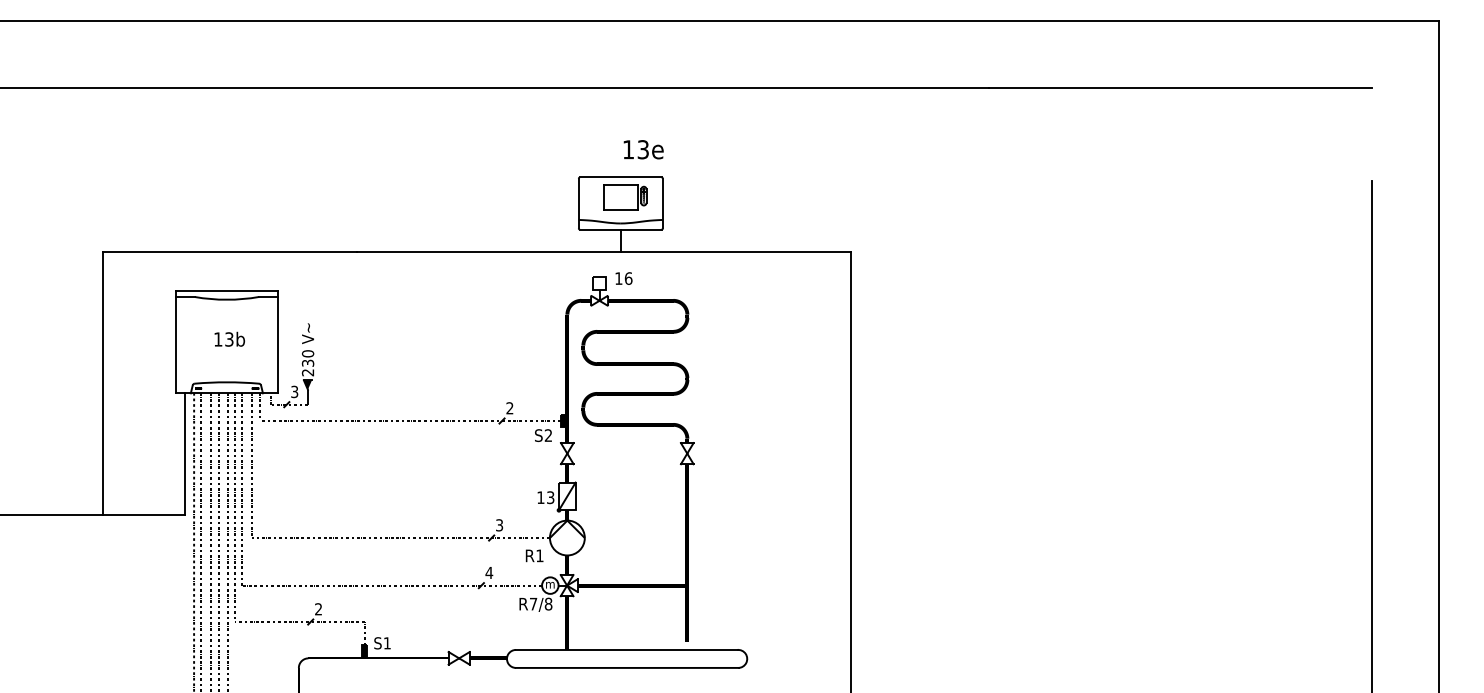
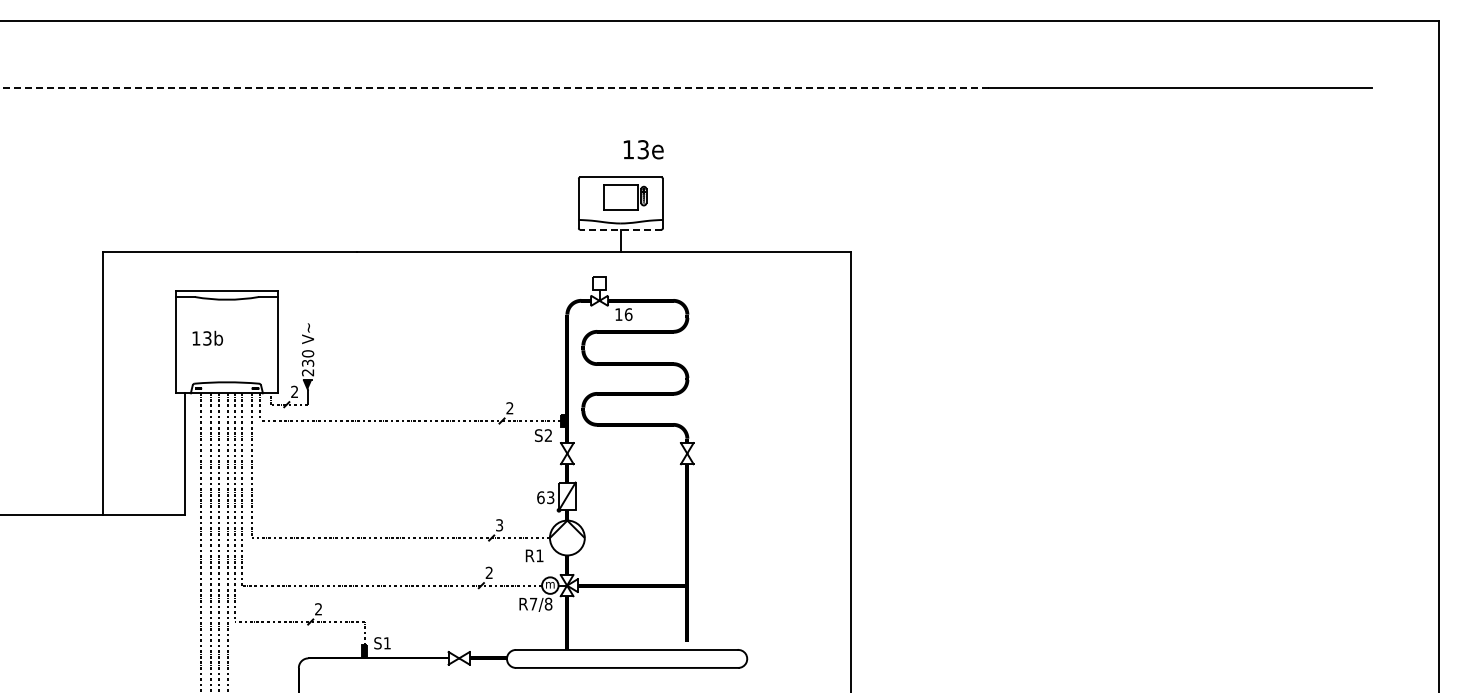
line at (494, 88): solid -> dashed
line at (620, 229): solid -> dashed
text at (623, 278) position: (623, 278) -> (623, 314)
text at (229, 338) position: (229, 338) -> (207, 337)
text at (294, 392): 3 -> 2
line at (1372, 434): present -> none
text at (540, 497): 13 -> 63
line at (194, 541): present -> none
text at (489, 572): 4 -> 2
